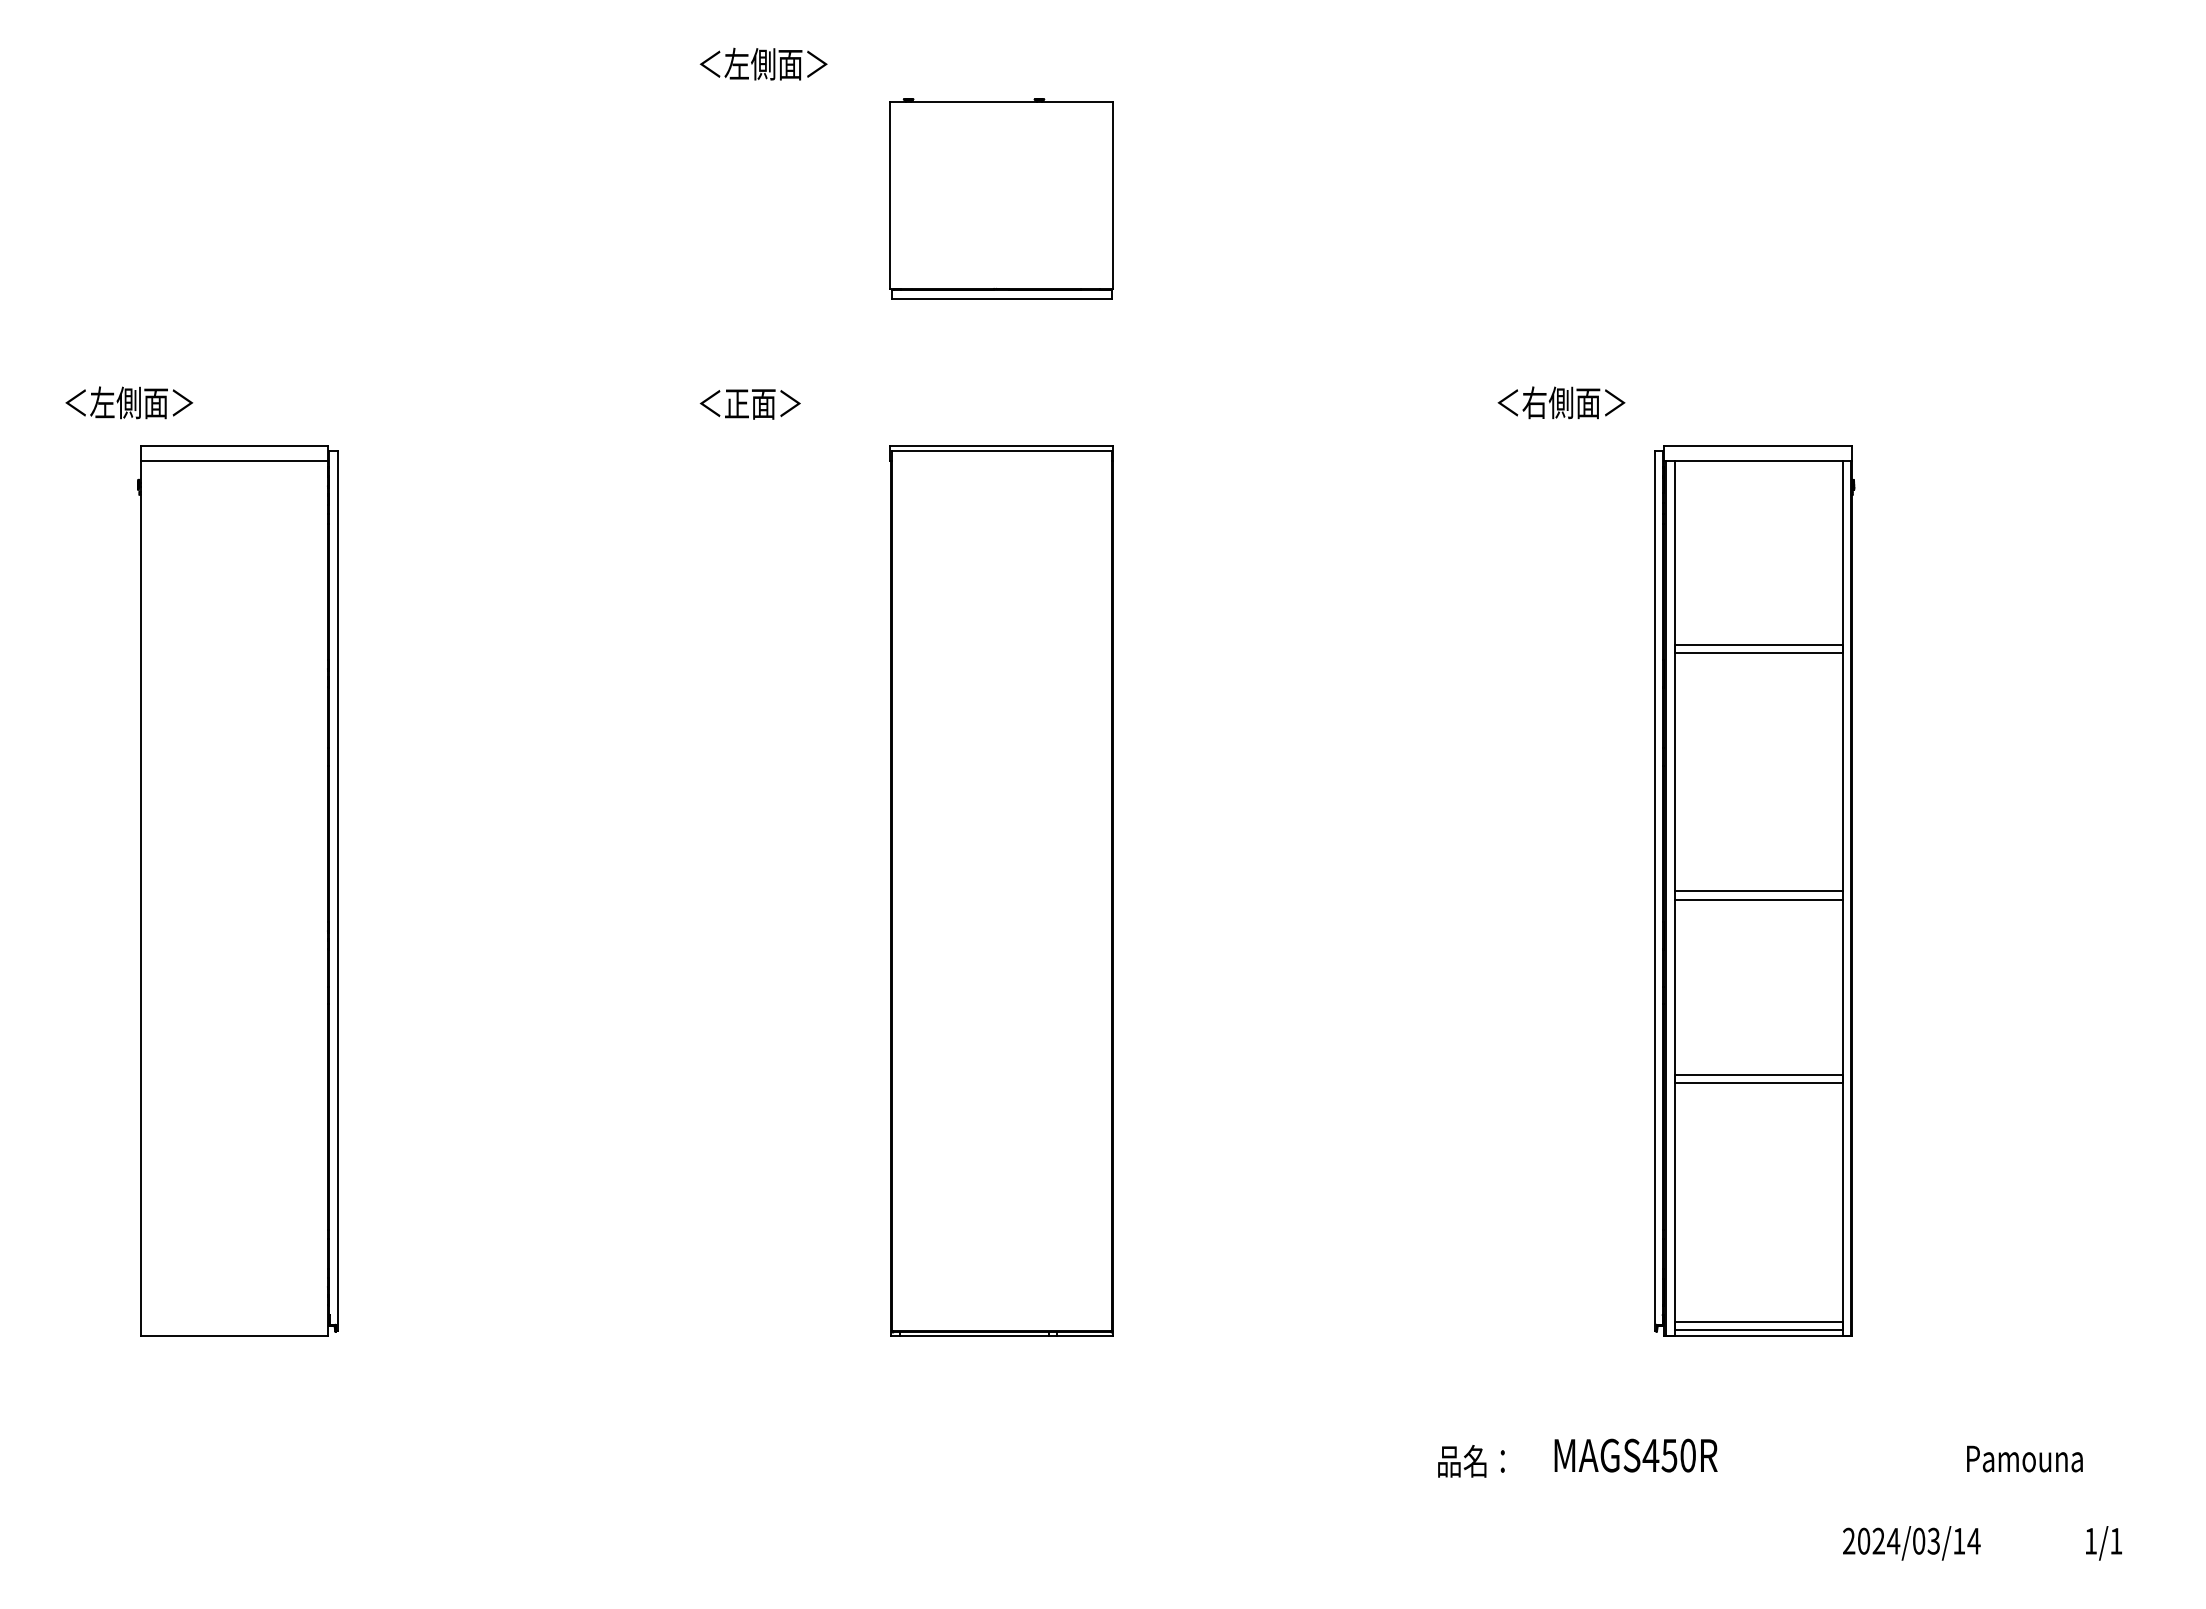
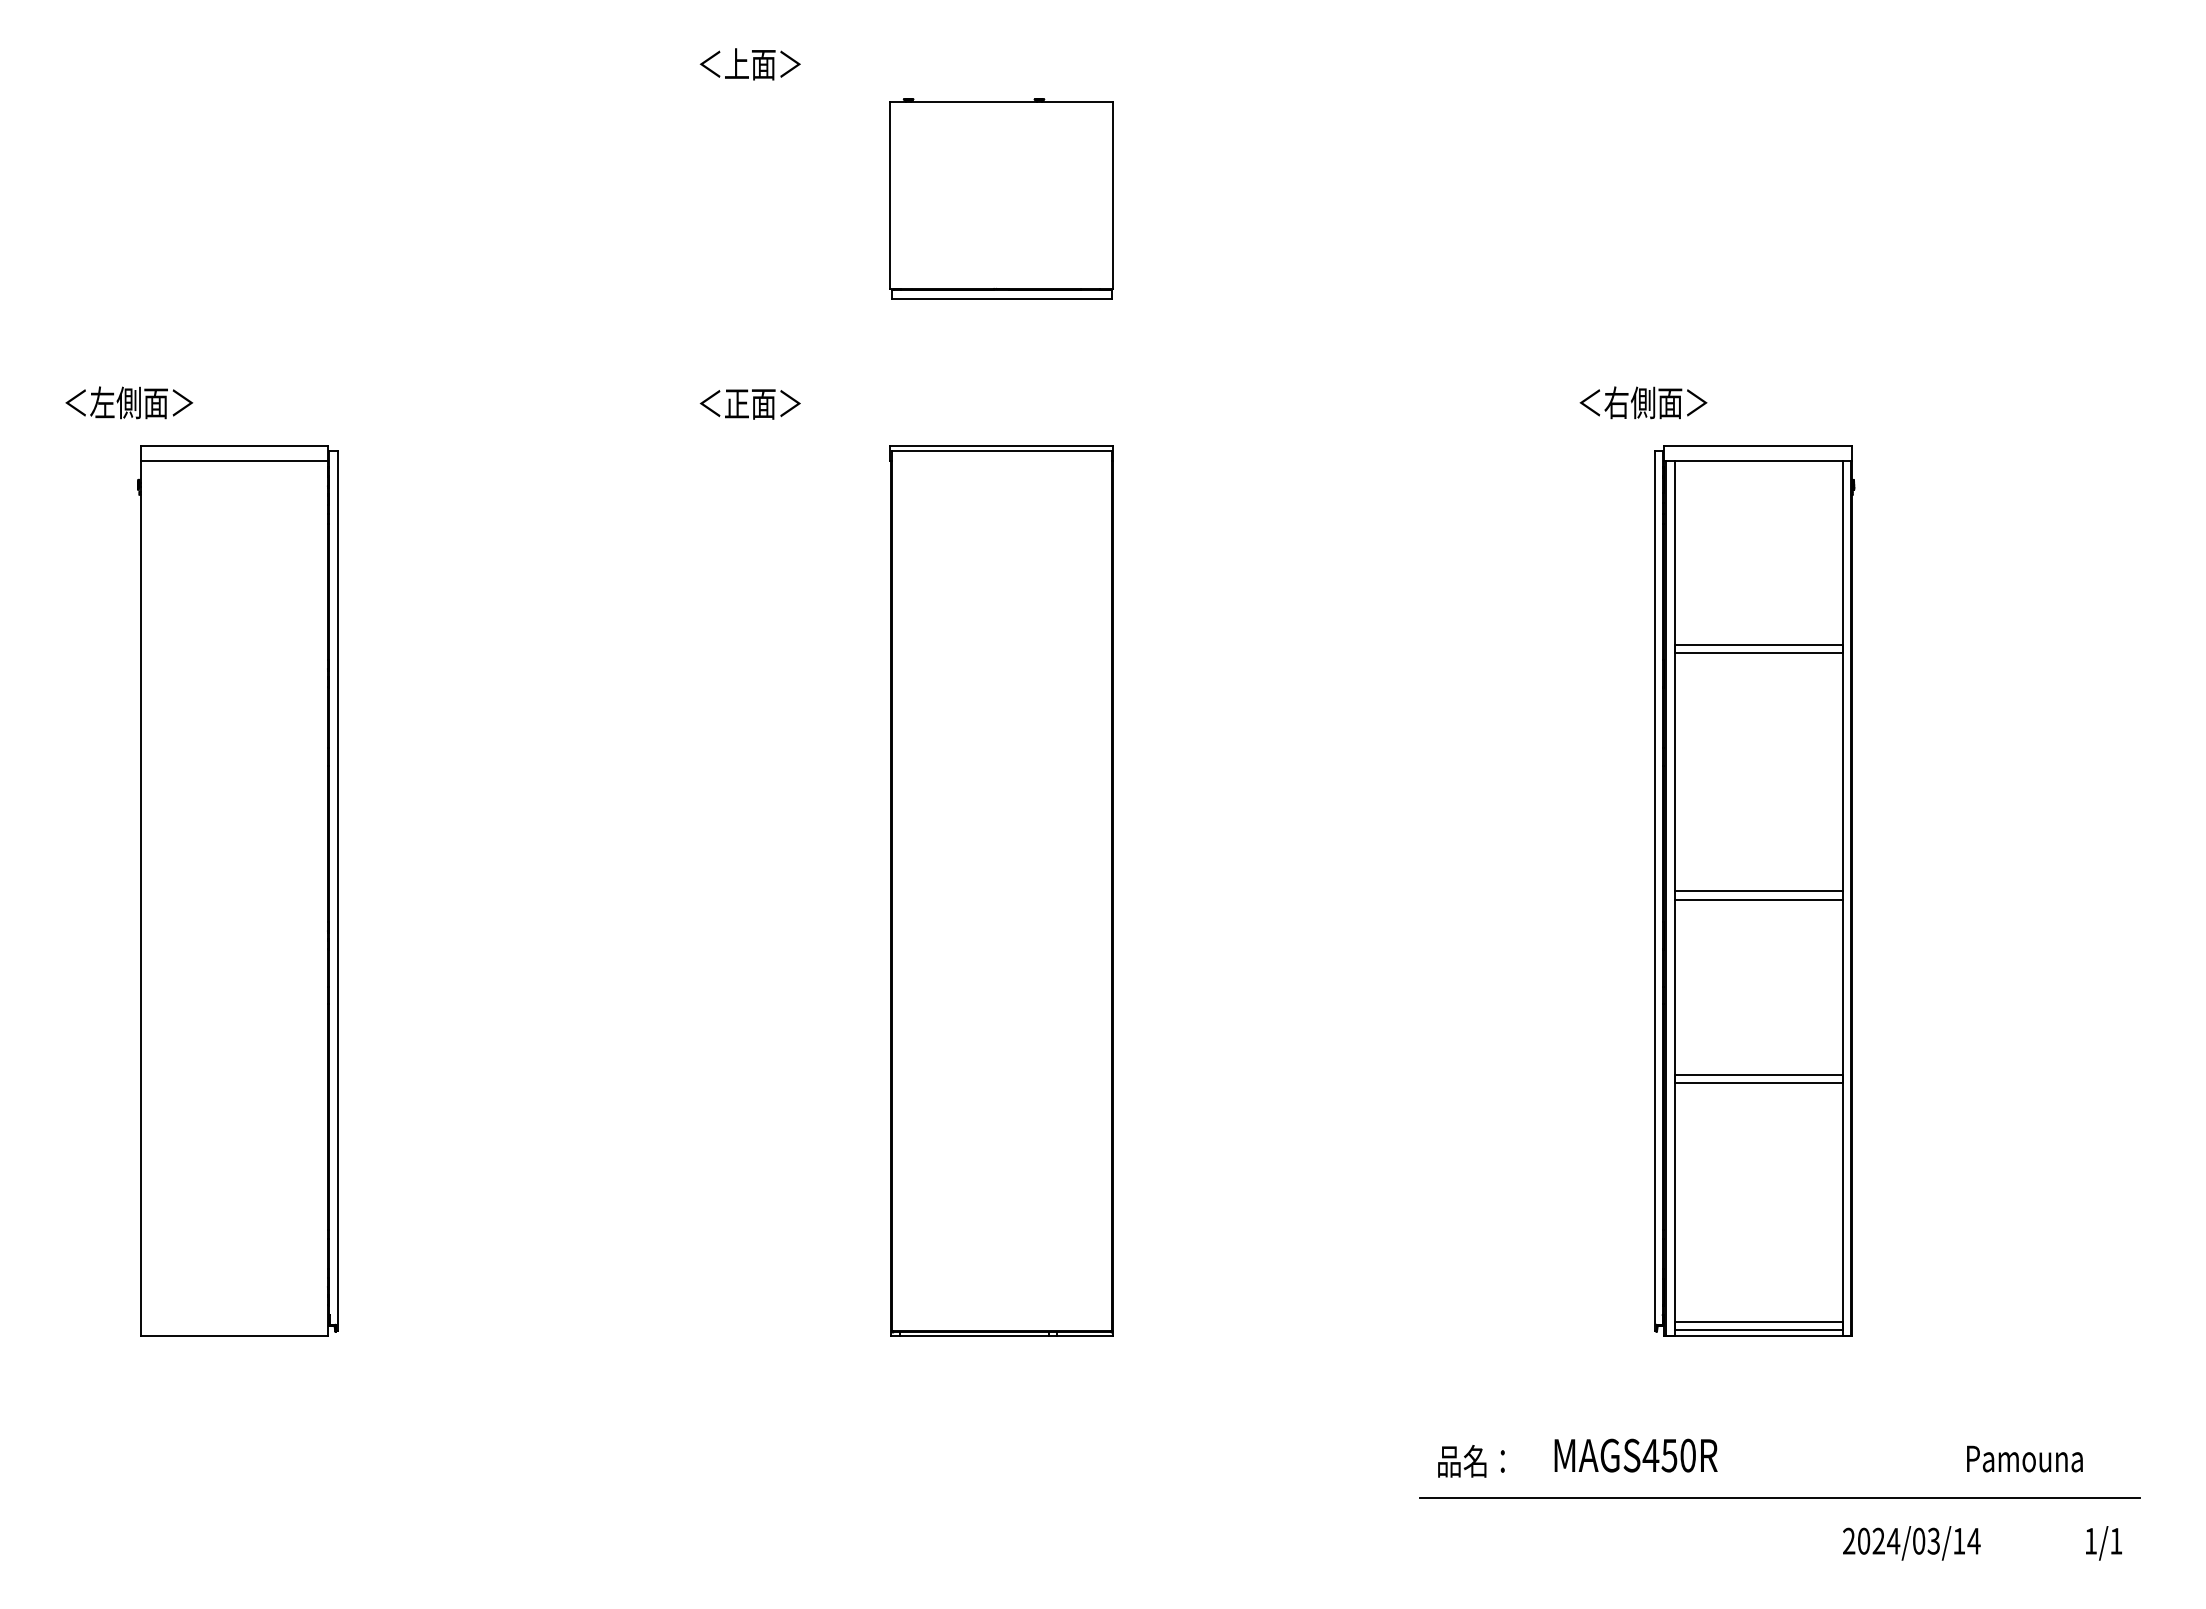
text at (775, 63): ＜左側面＞ -> ＜上面＞
text at (1561, 402) position: (1561, 402) -> (1643, 402)
line at (1779, 1498): none -> present
